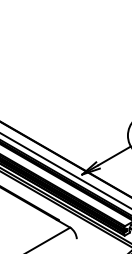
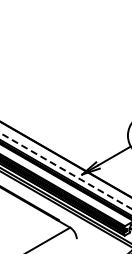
line at (66, 171): solid -> dashed
